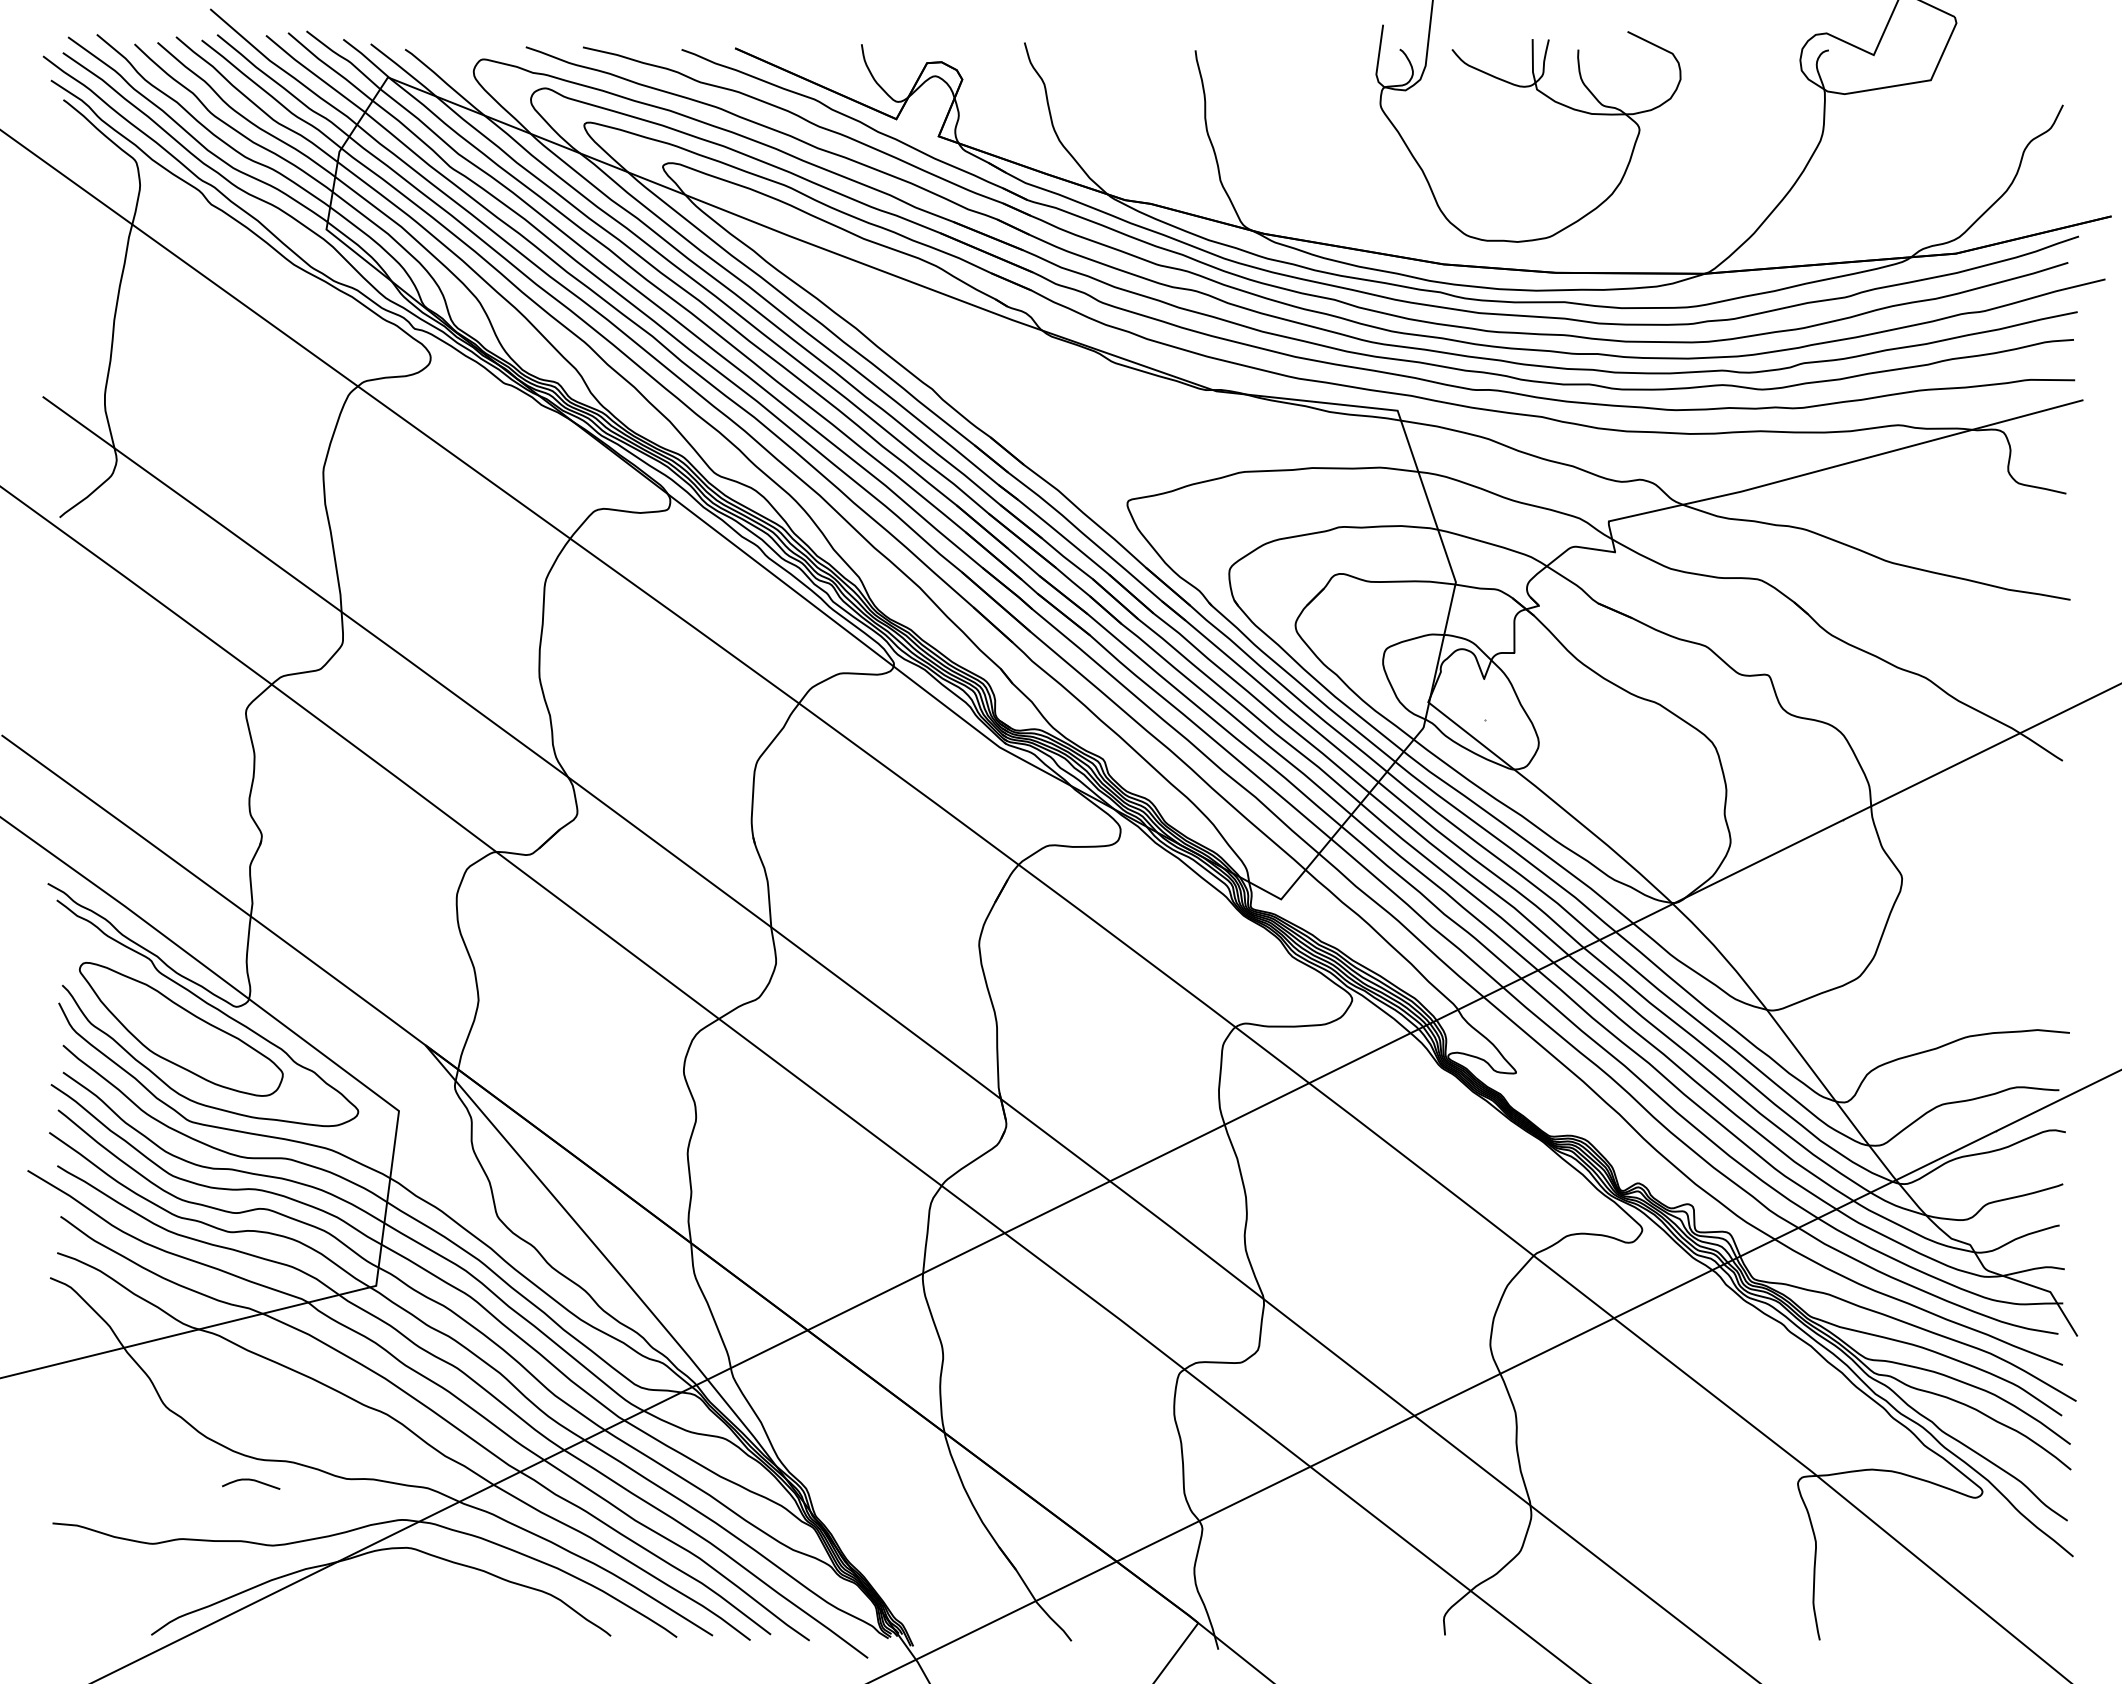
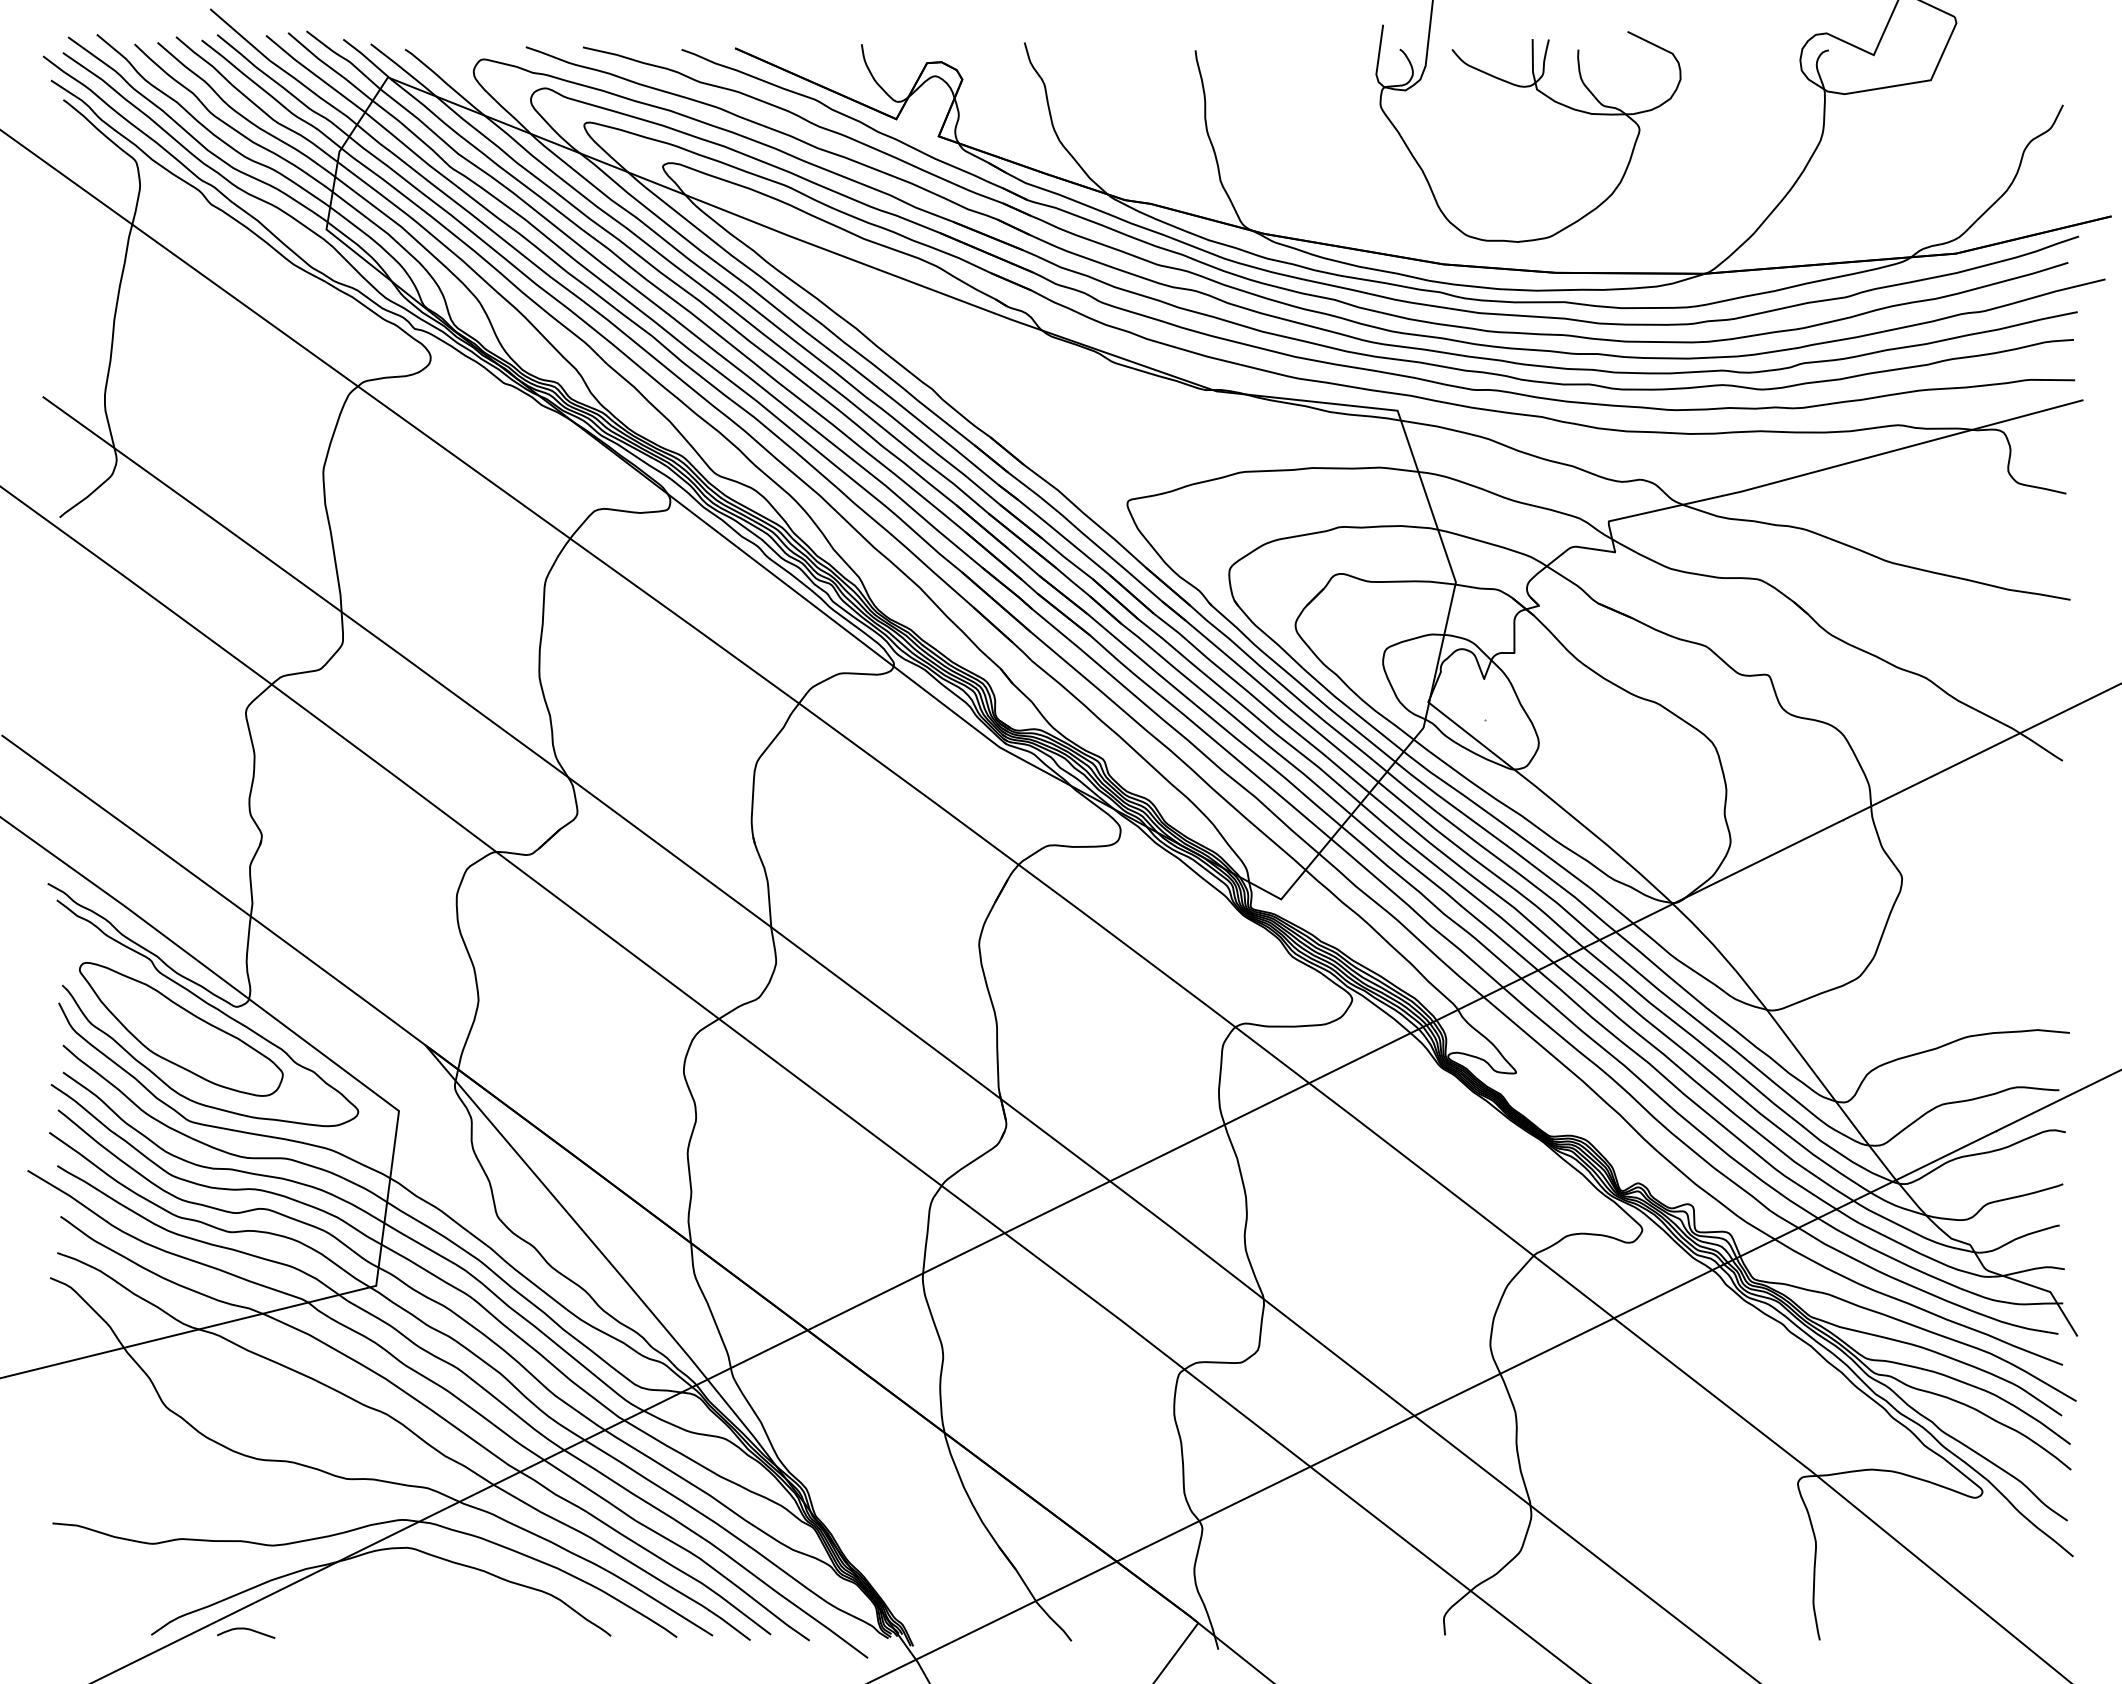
curve at (253, 1481) position: (253, 1481) -> (248, 1630)
